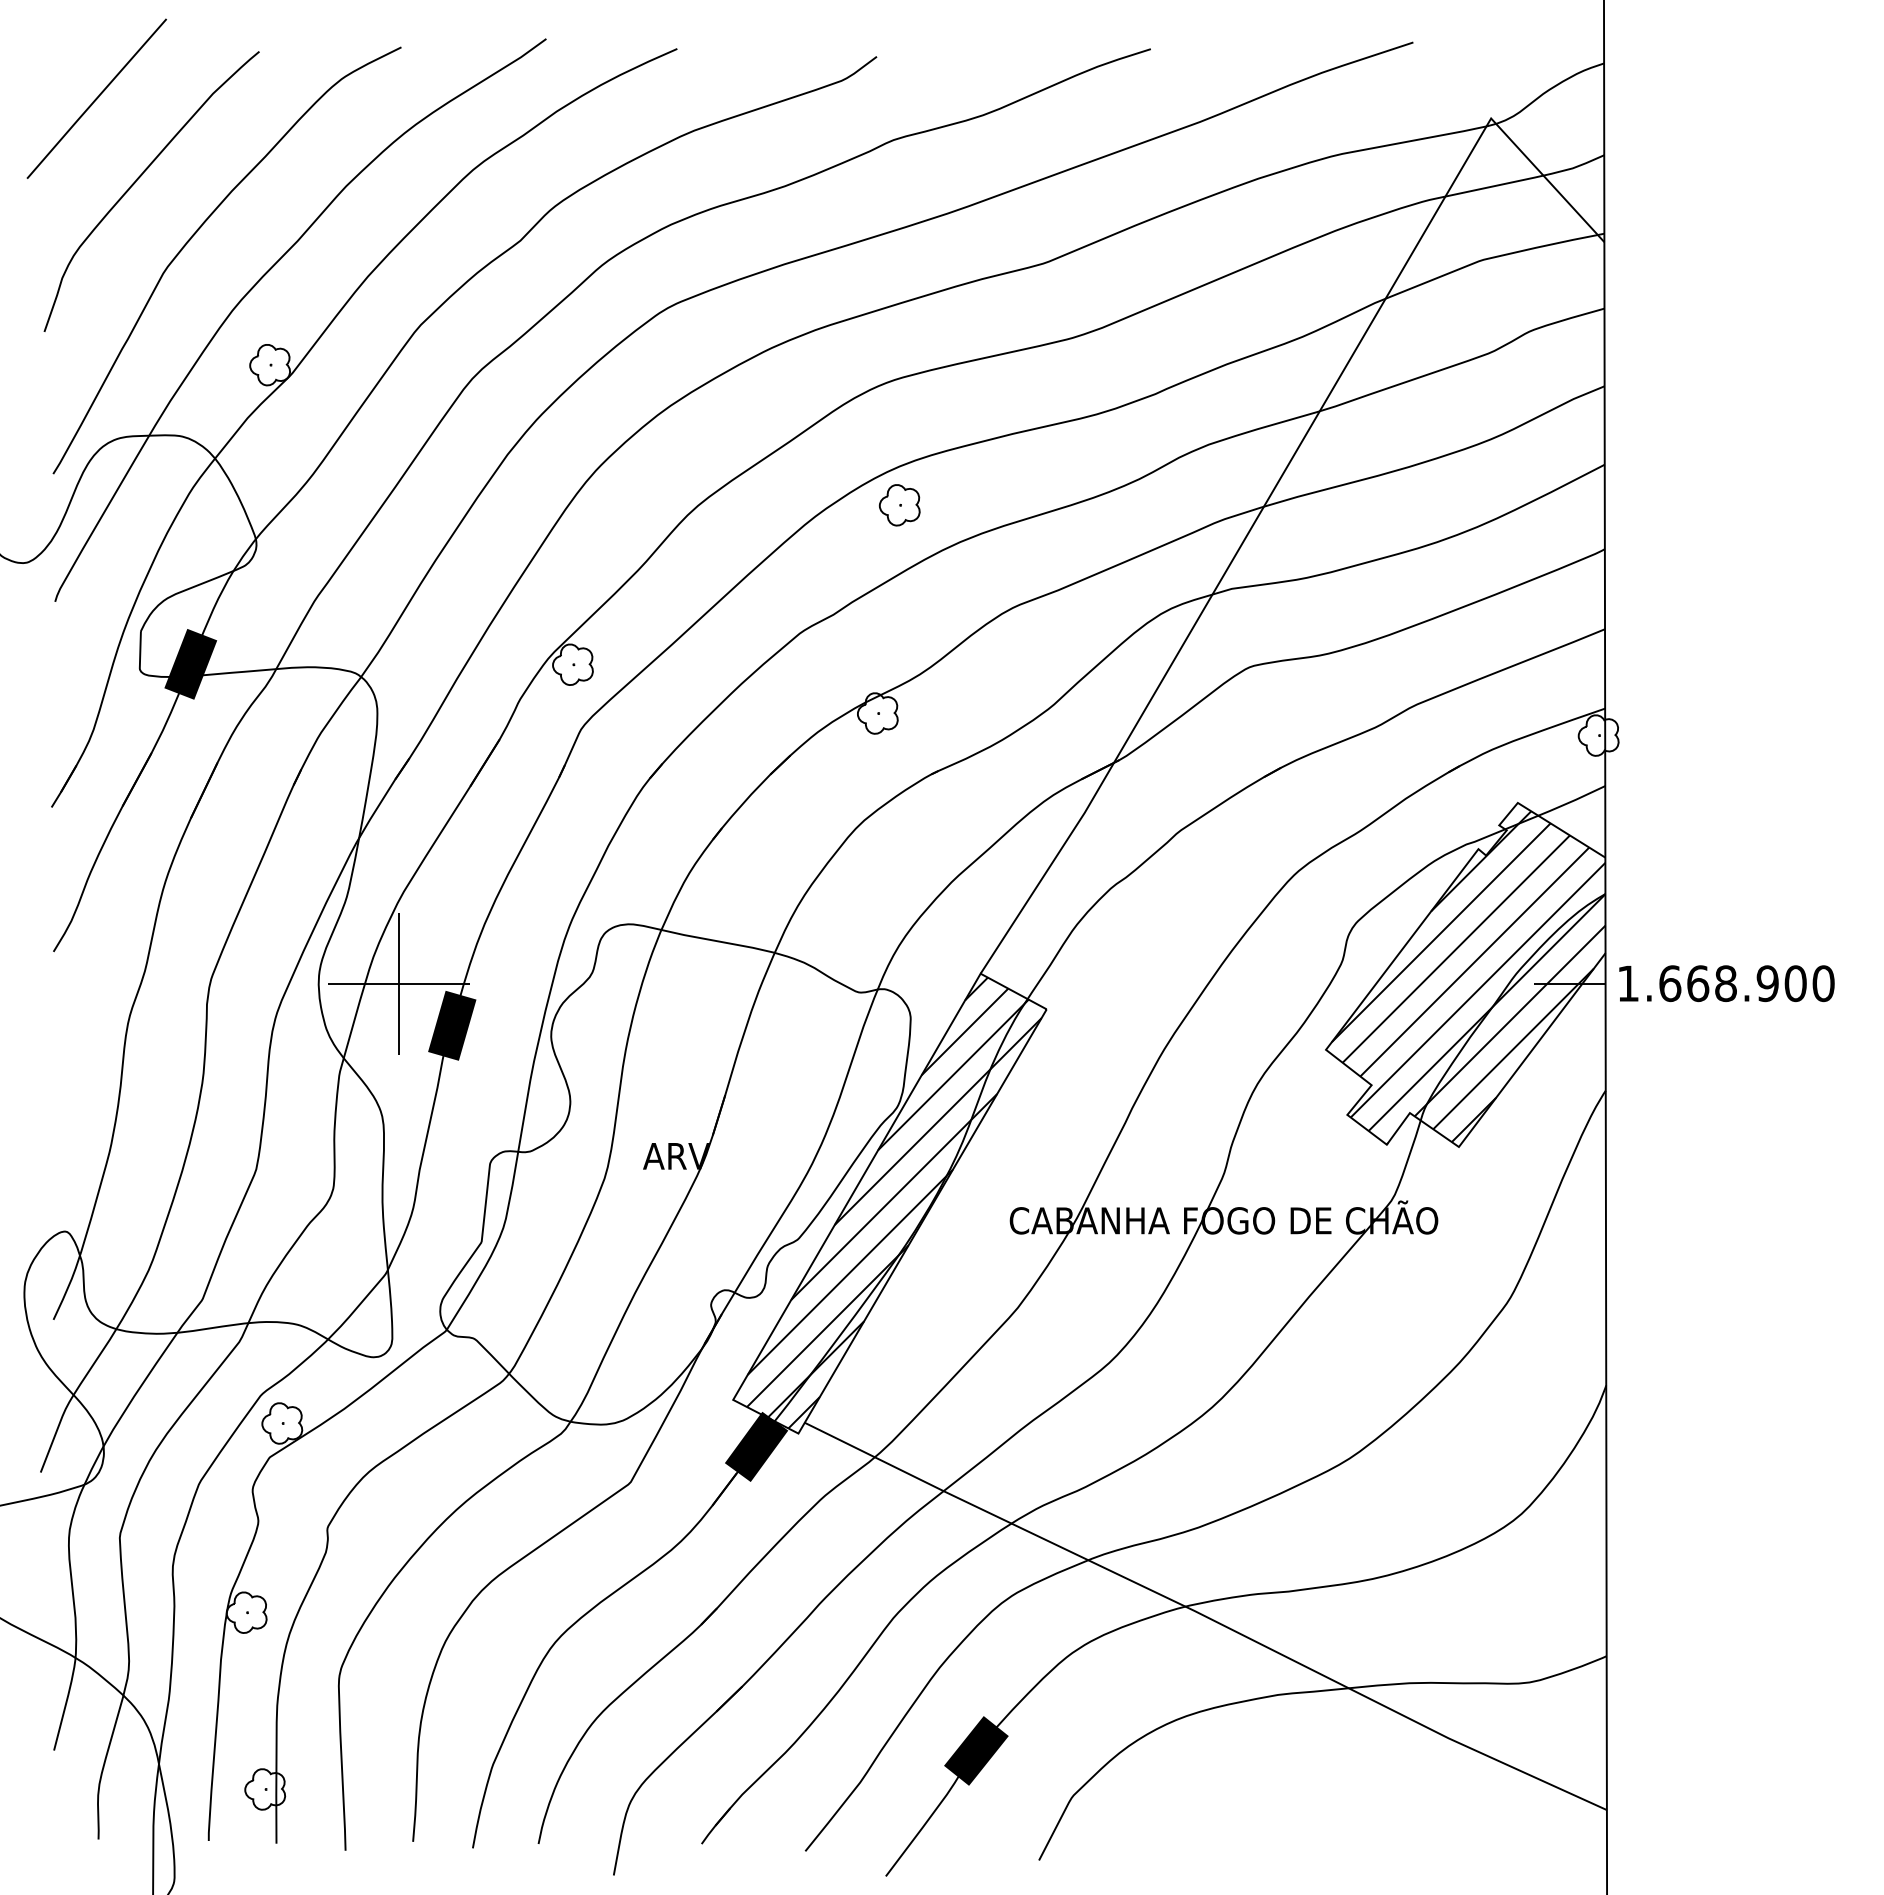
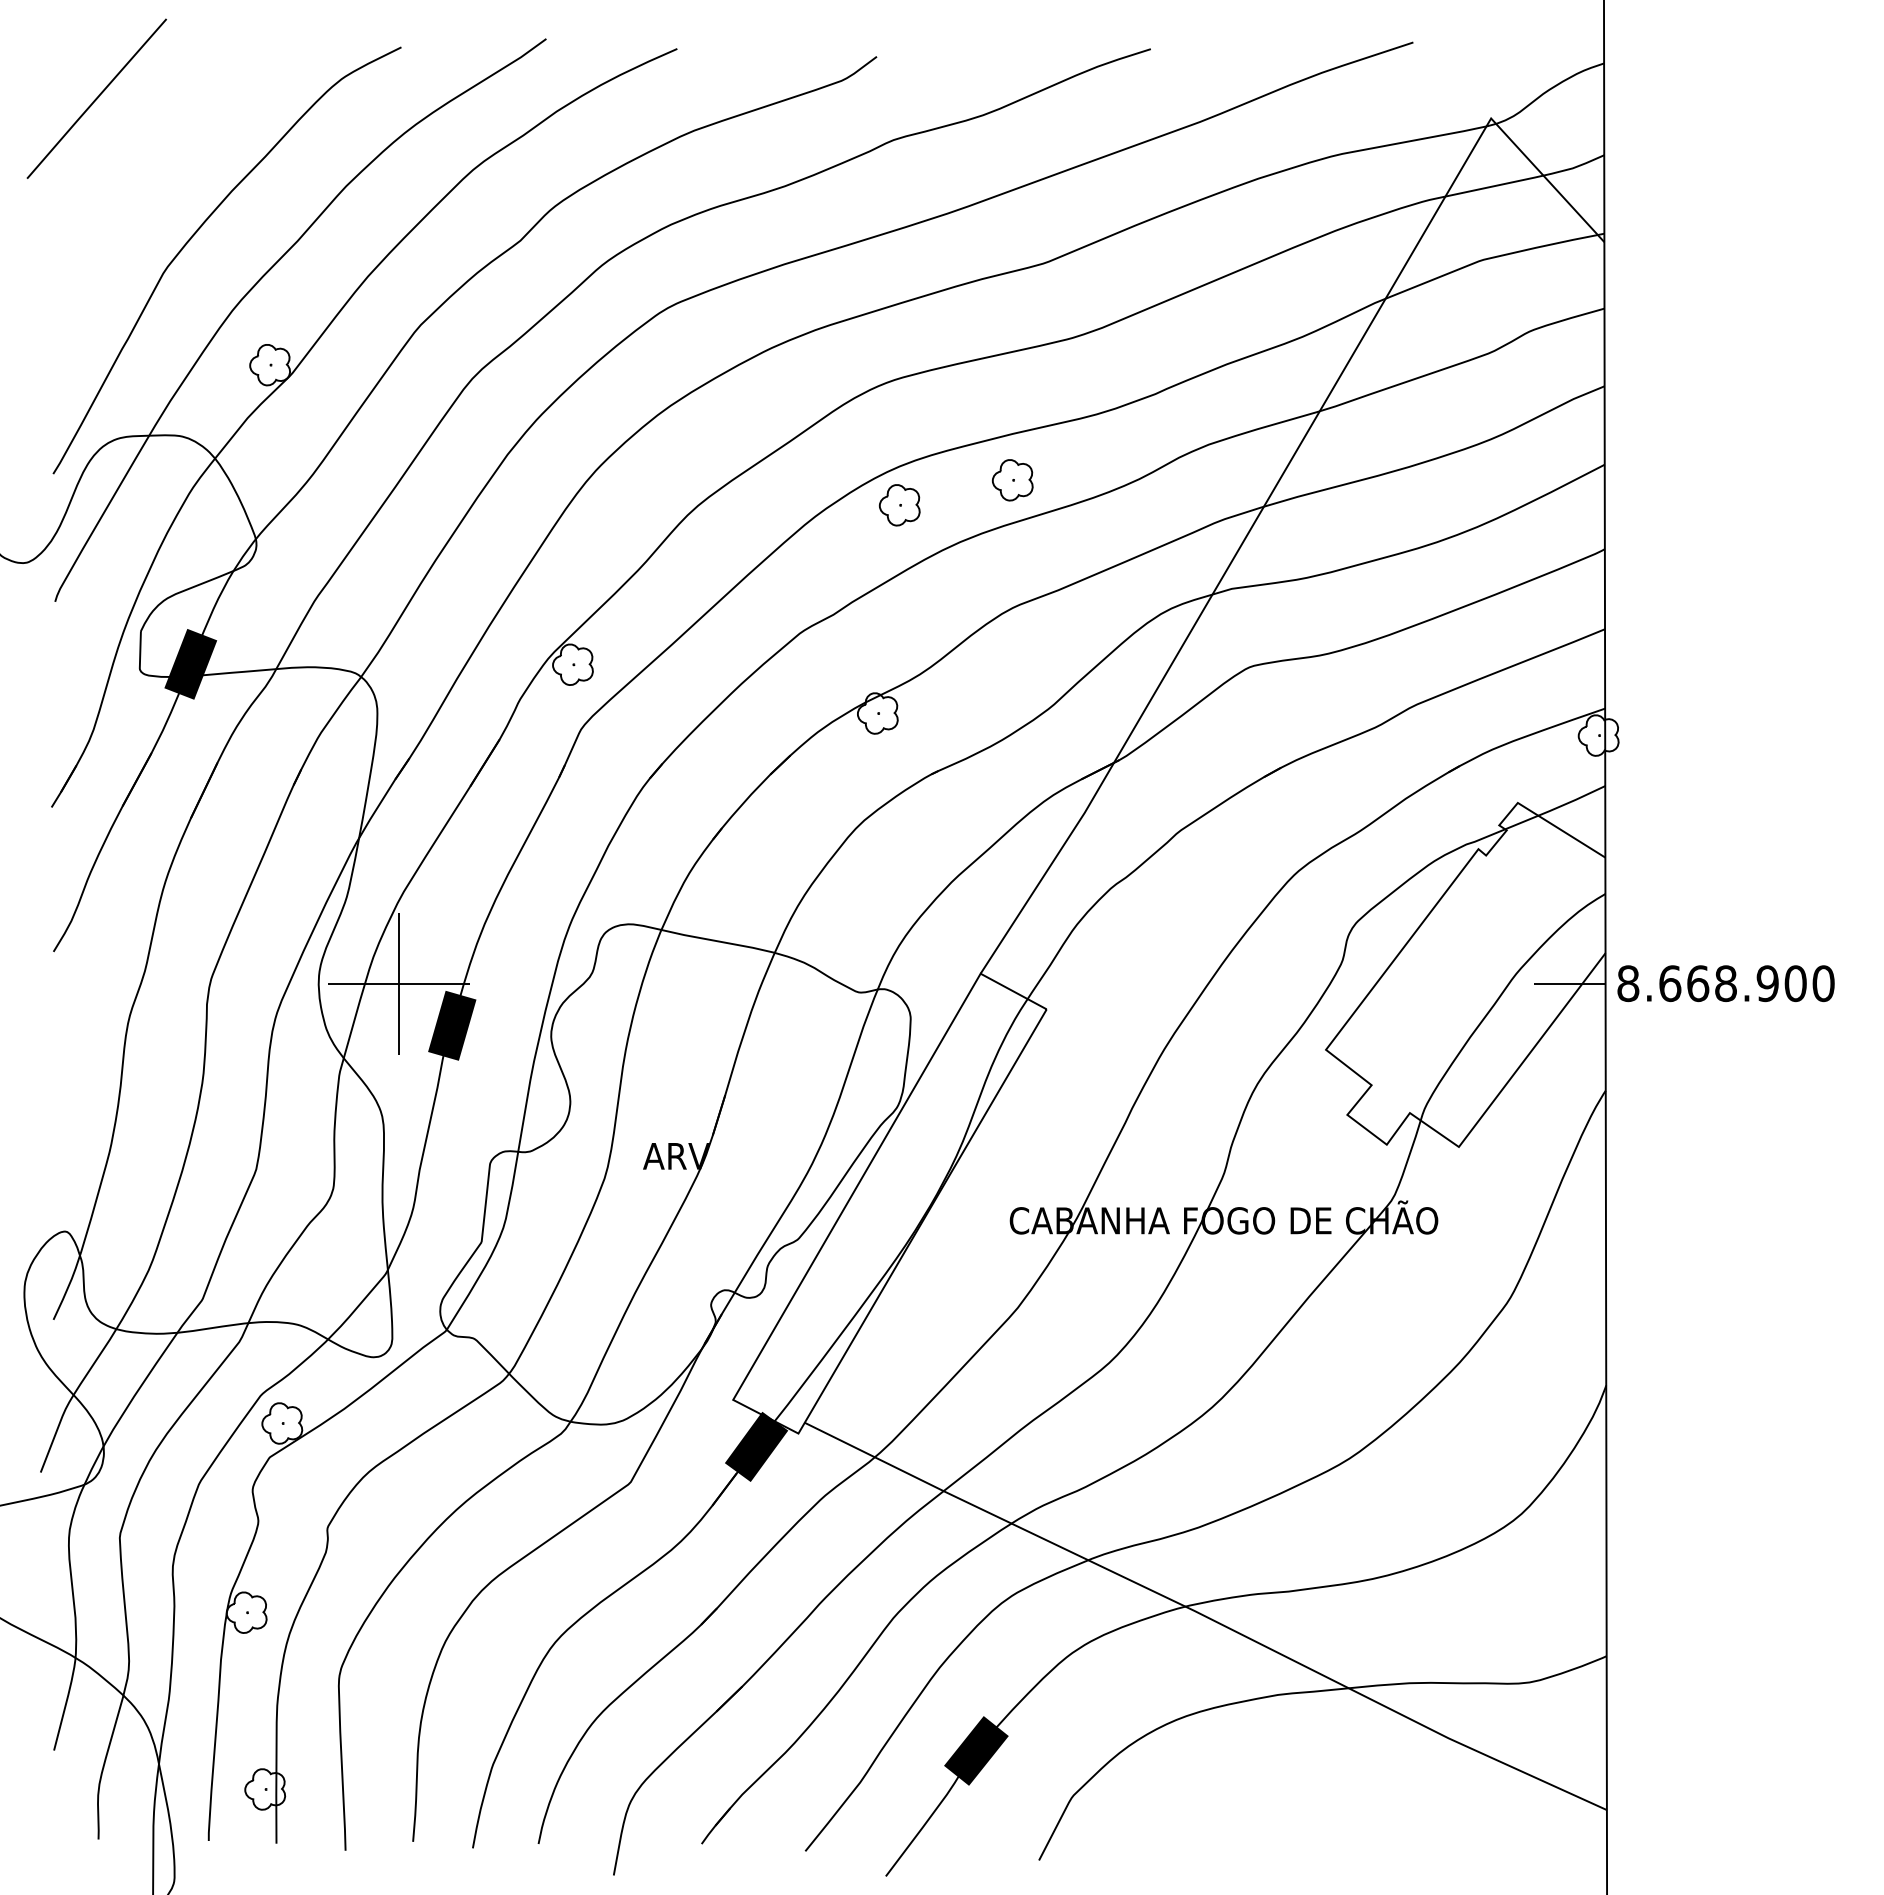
curve at (139, 178): present -> none
part at (1012, 480): none -> present
hatch at (1468, 977): present -> none
text at (1628, 983): 1.668.900 -> 8.668.900
hatch at (894, 1202): present -> none
